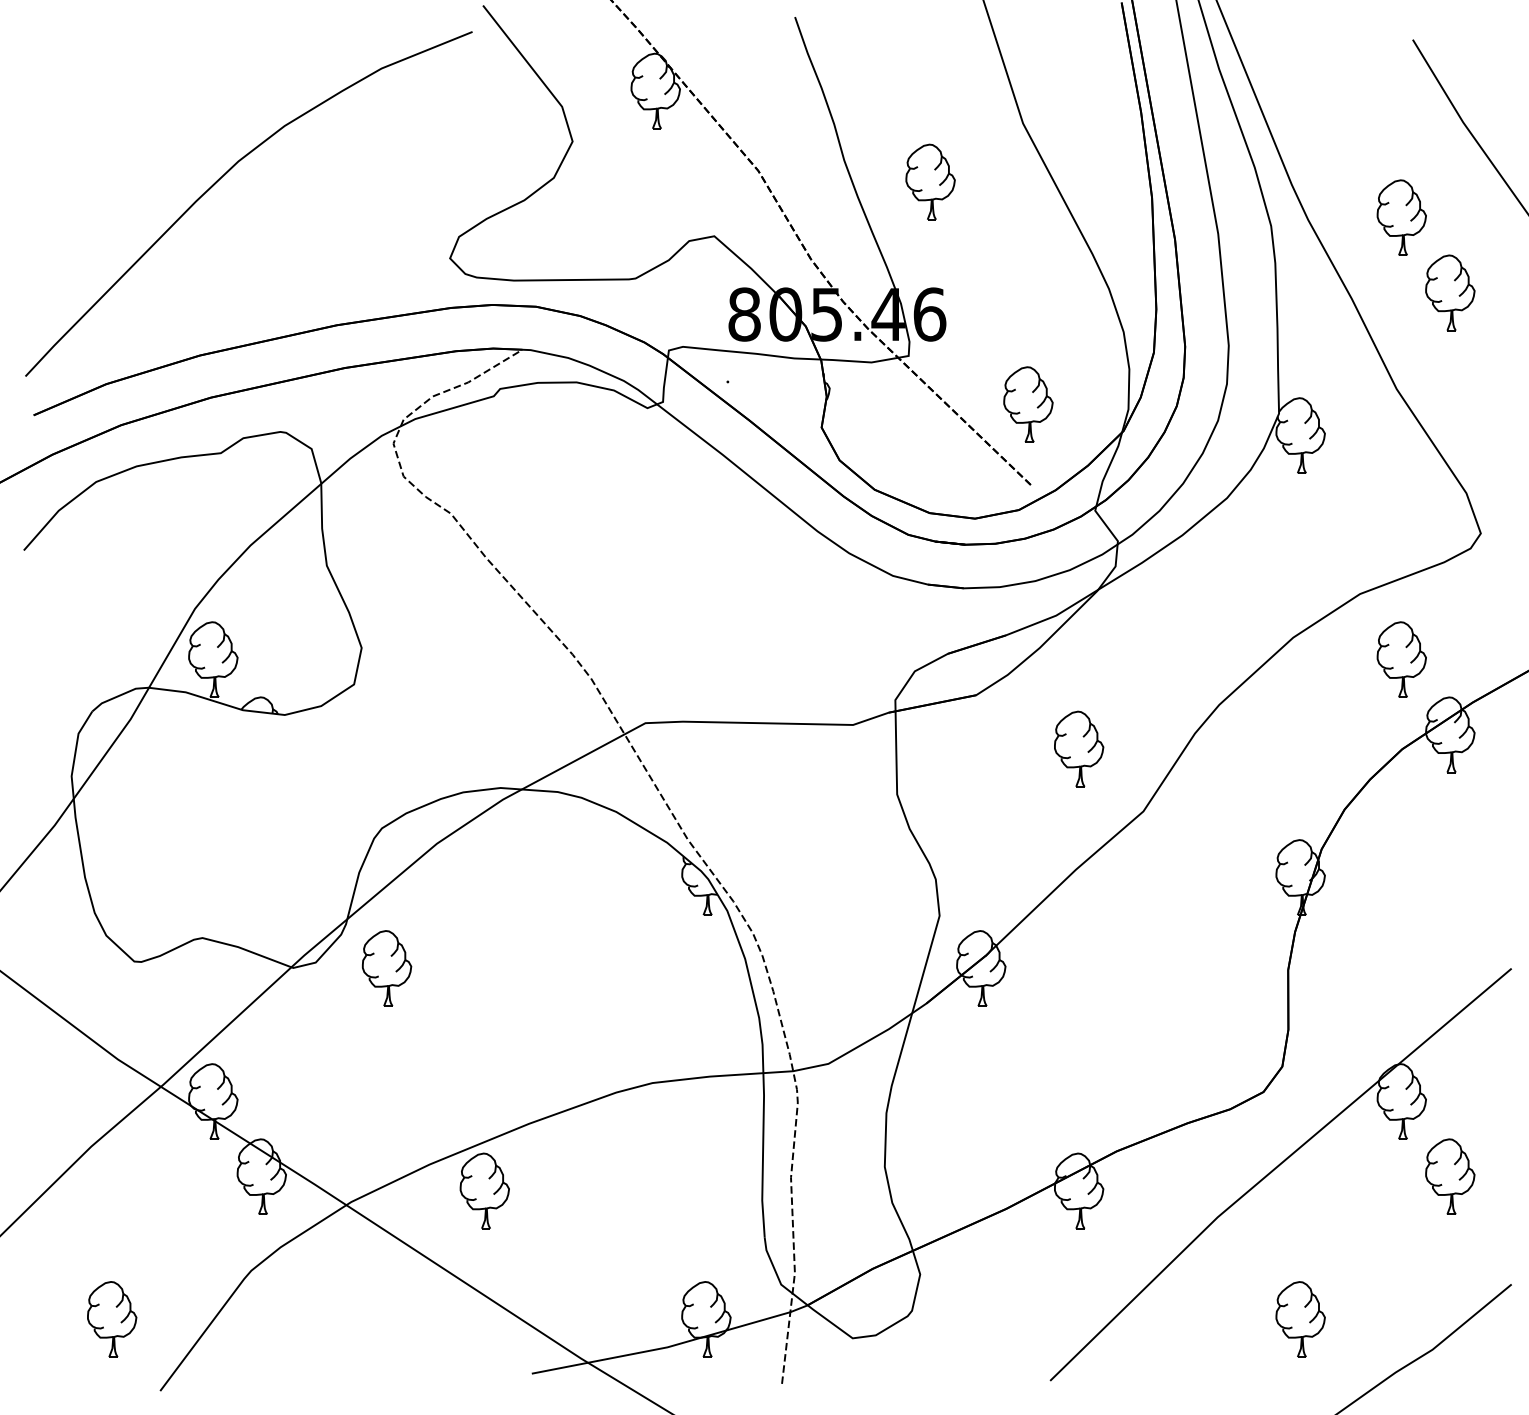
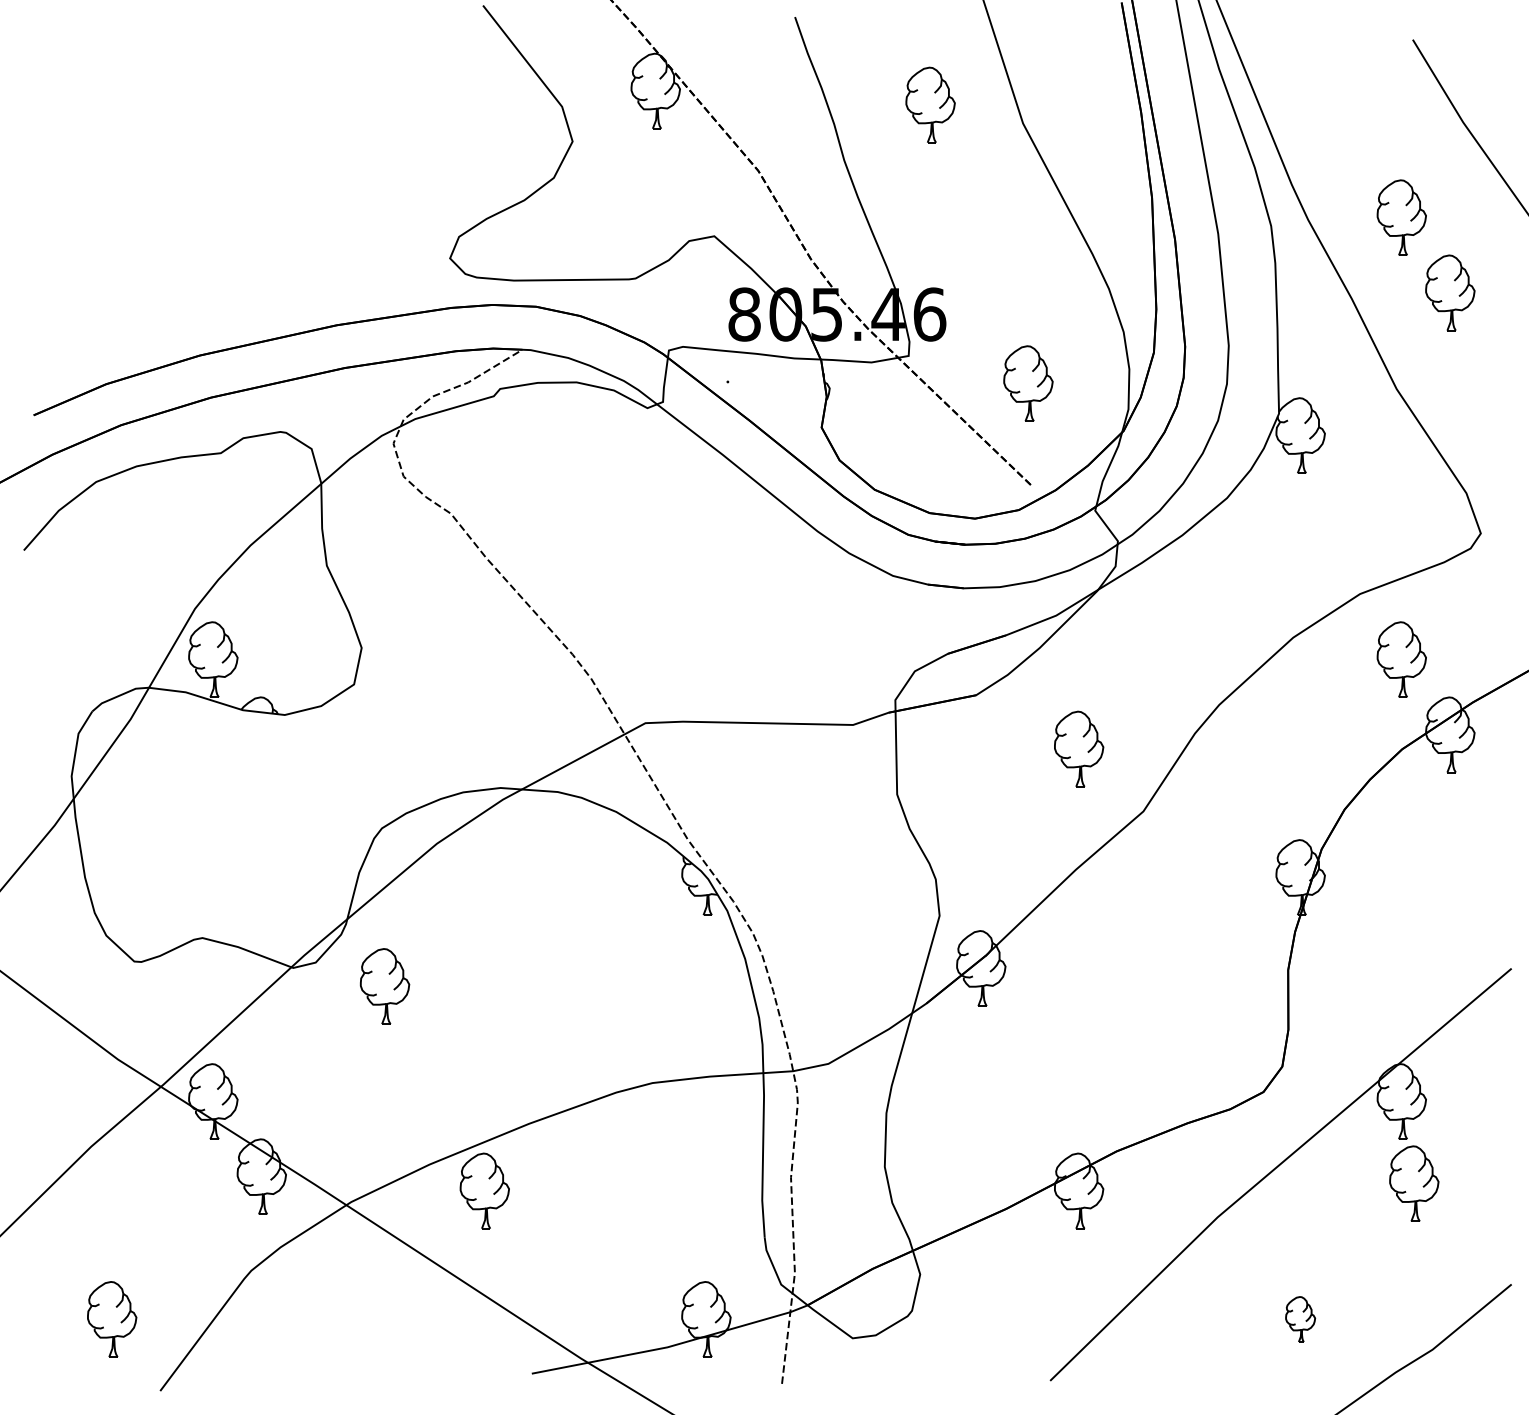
curve at (226, 174): present -> none
part at (930, 181) position: (930, 181) -> (930, 104)
part at (1028, 404) position: (1028, 404) -> (1028, 383)
part at (386, 968) position: (386, 968) -> (384, 986)
part at (1450, 1176) position: (1450, 1176) -> (1414, 1183)
part at (1300, 1319) size: 51x77 px -> 32x47 px
